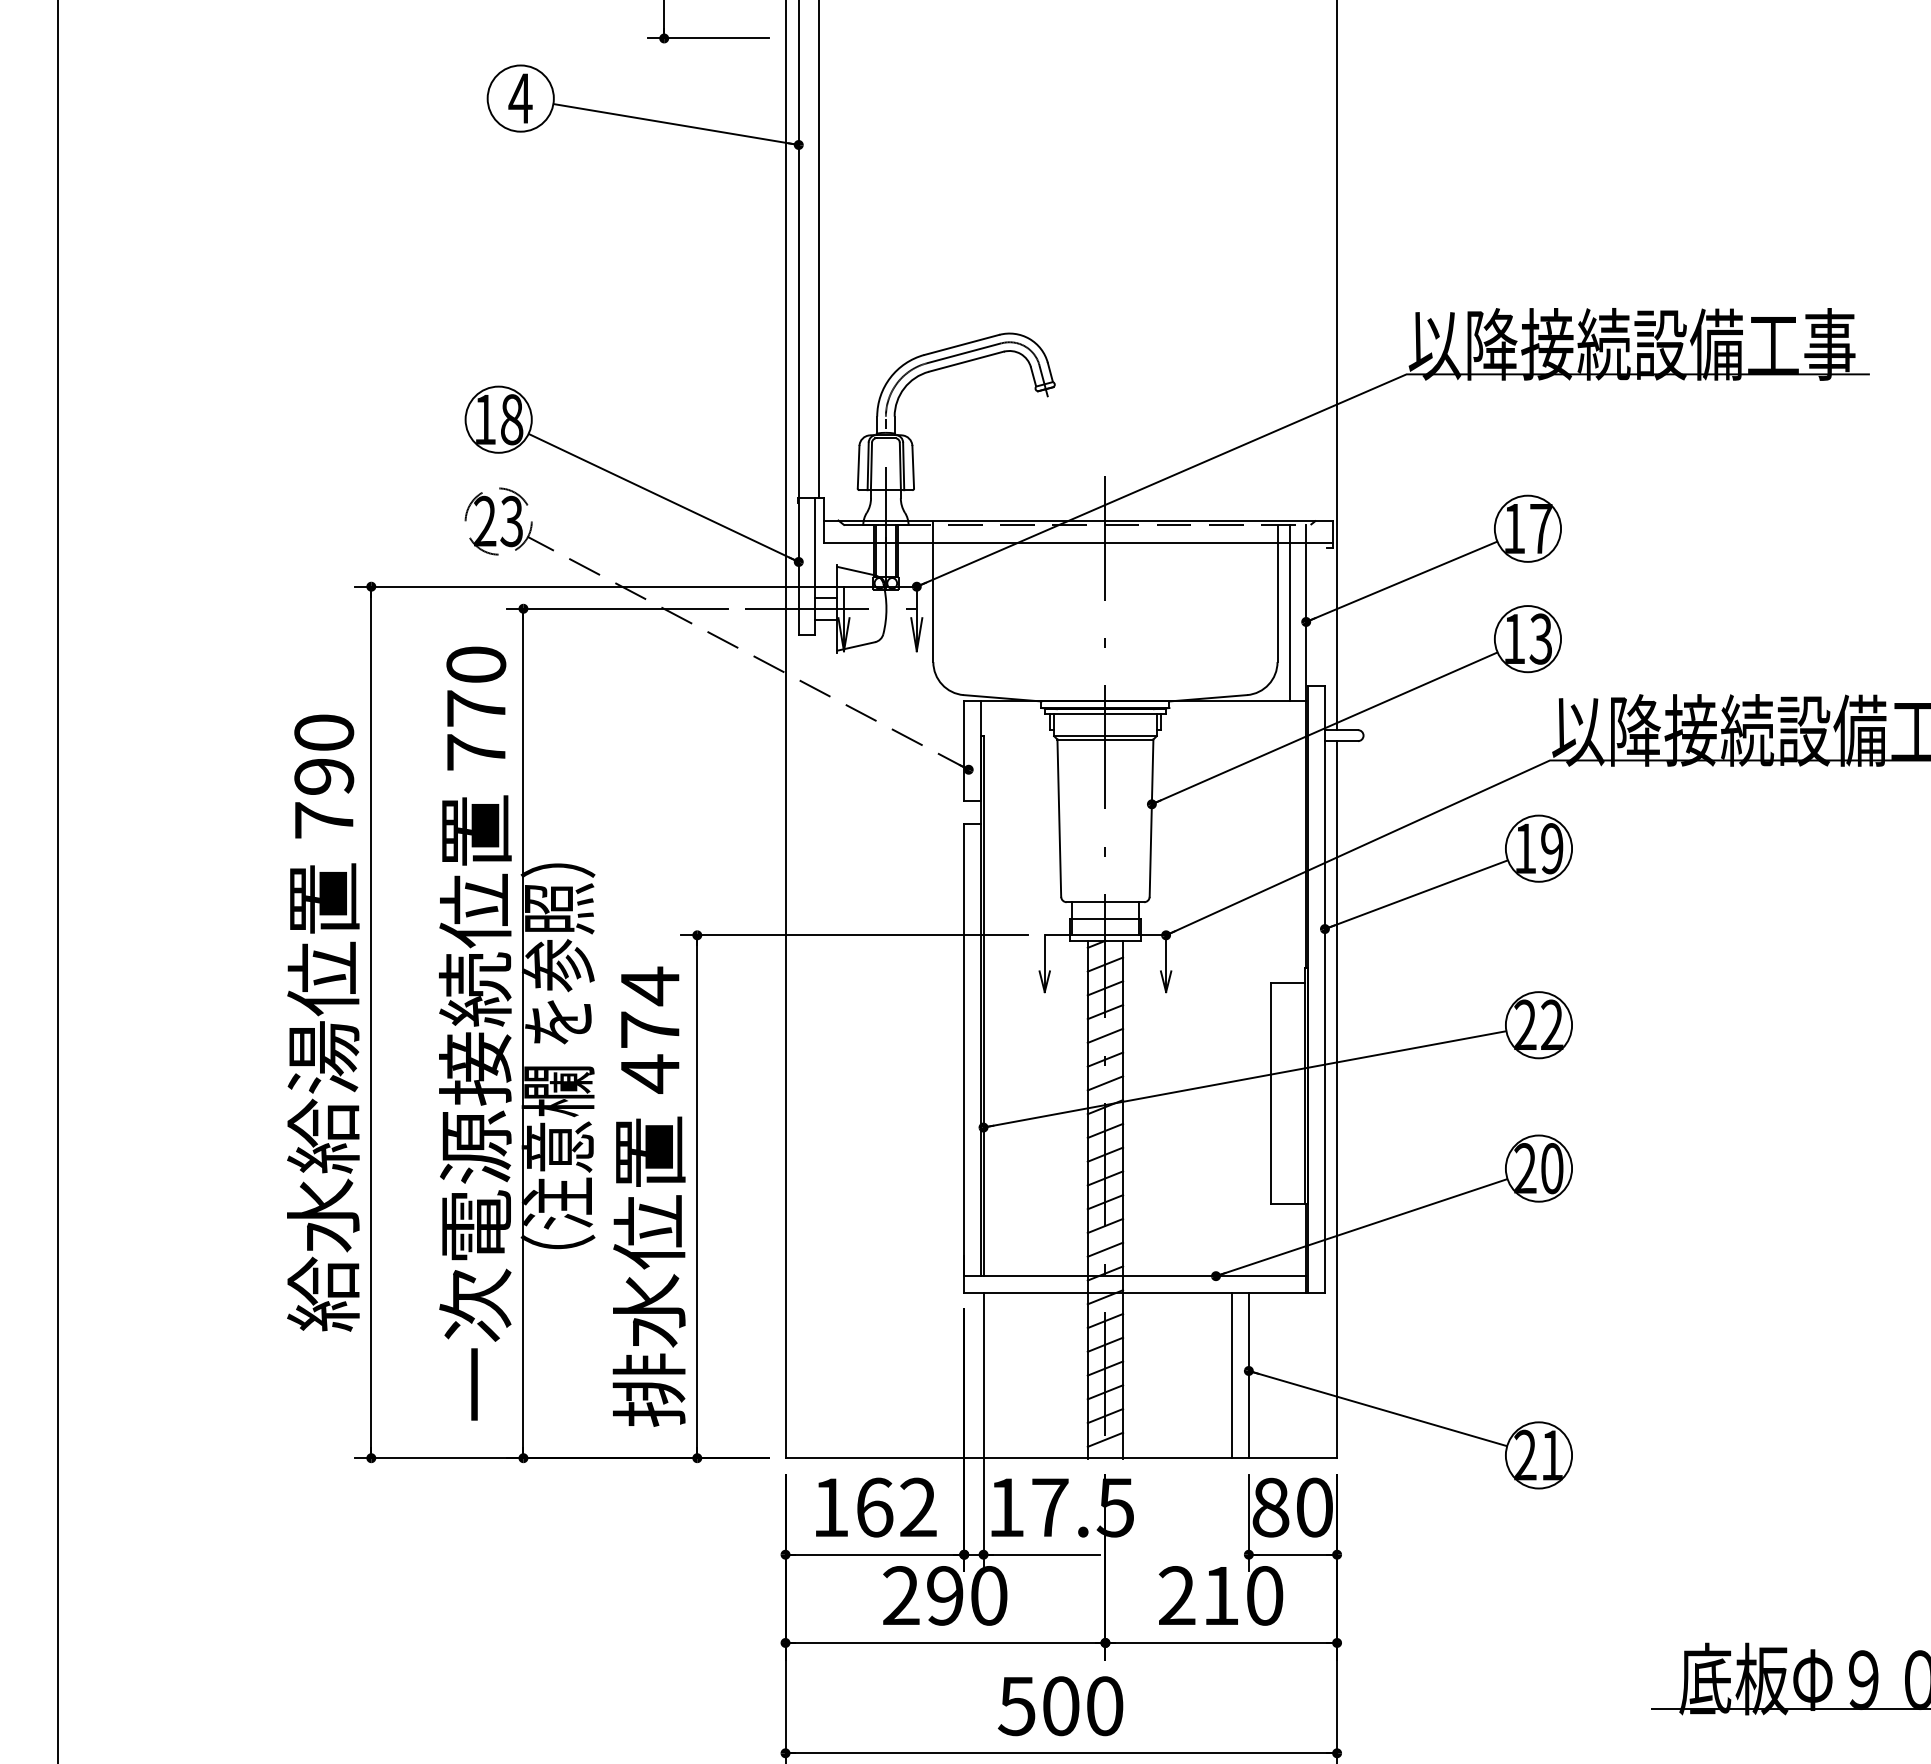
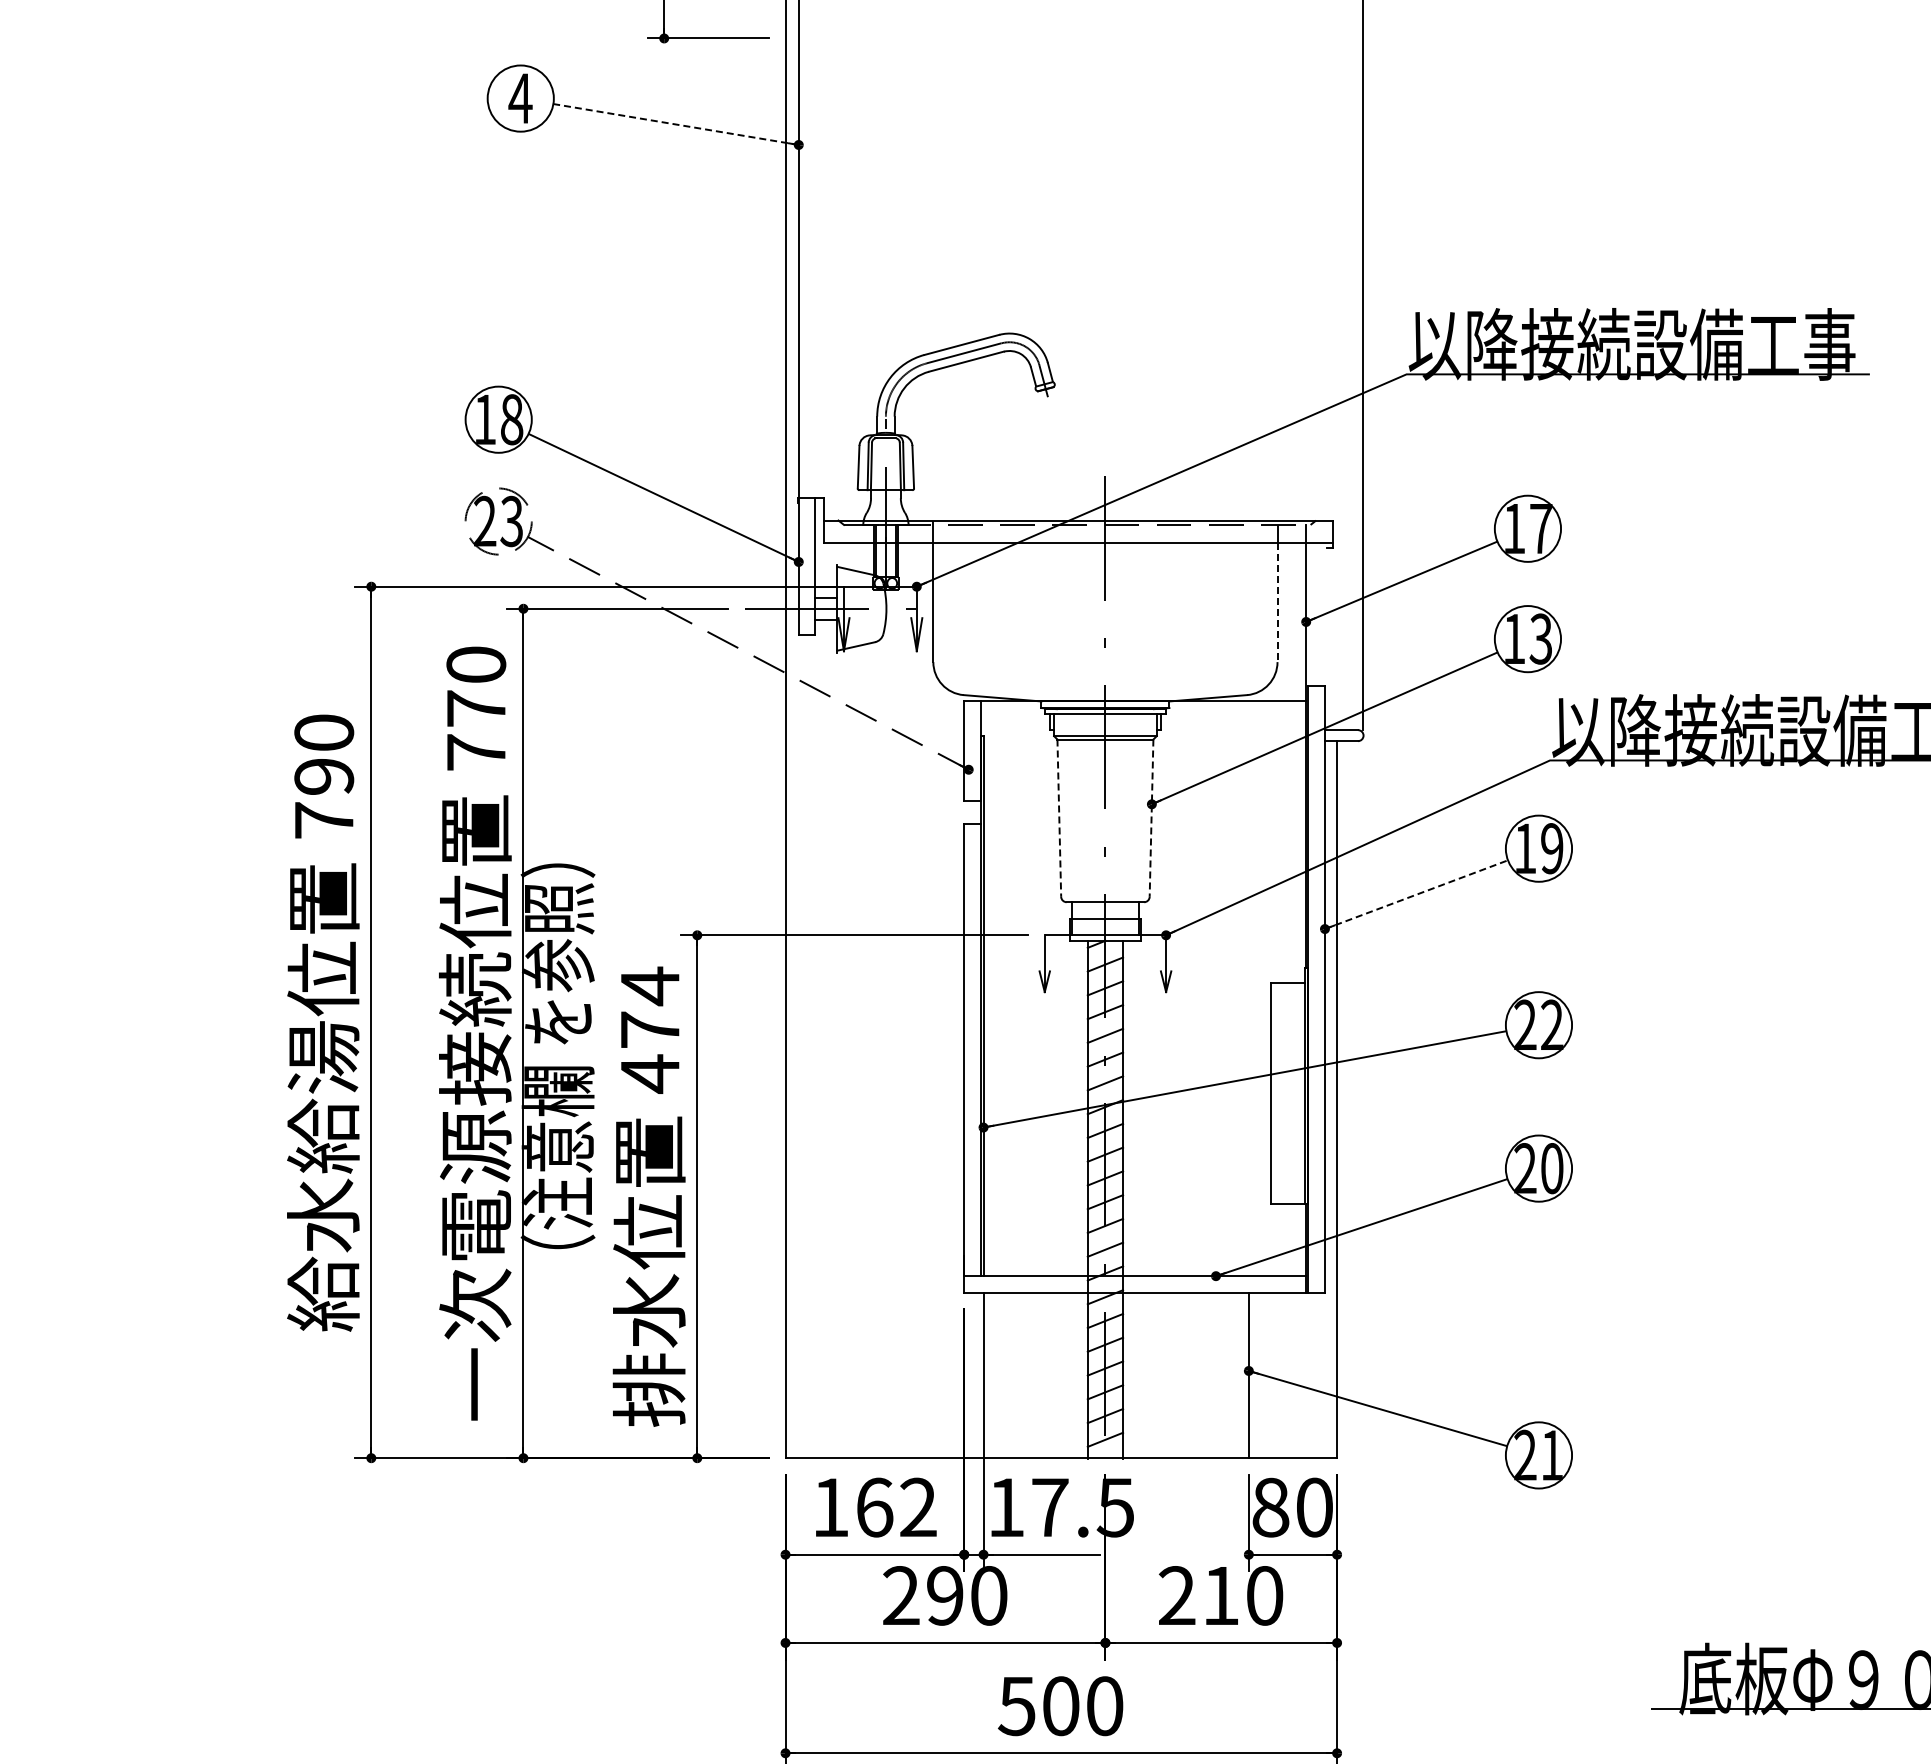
line at (675, 124): solid -> dashed
line at (818, 250): present -> none
line at (1337, 366) position: (1337, 366) -> (1363, 366)
line at (1277, 602): solid -> dashed
line at (1289, 612): present -> none
line at (1059, 818): solid -> dashed
line at (1151, 818): solid -> dashed
line at (57, 881): present -> none
line at (1416, 894): solid -> dashed
line at (1232, 1375): present -> none
